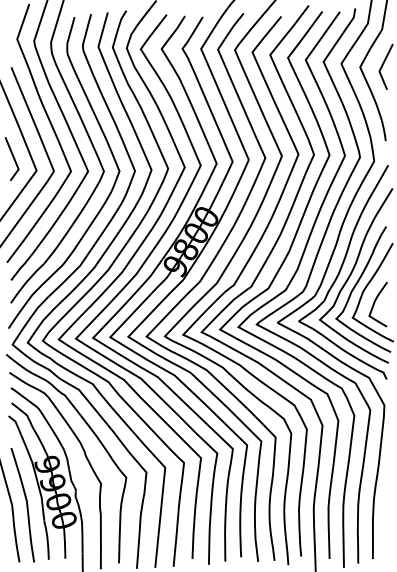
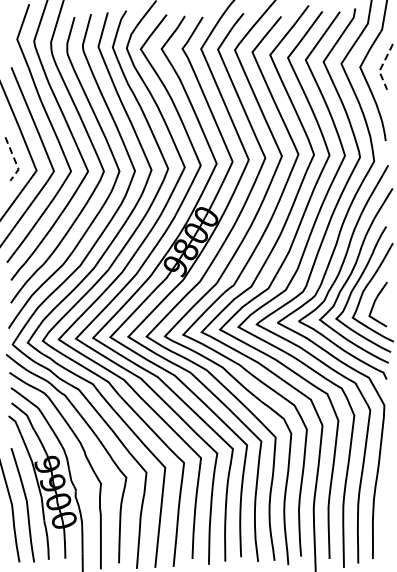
line at (381, 67): solid -> dashed
line at (15, 161): solid -> dashed
